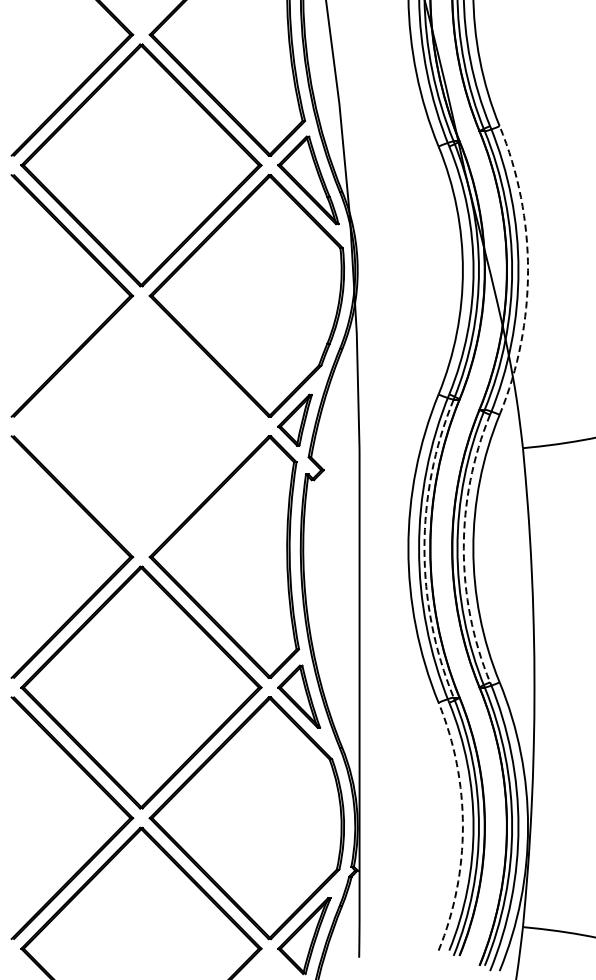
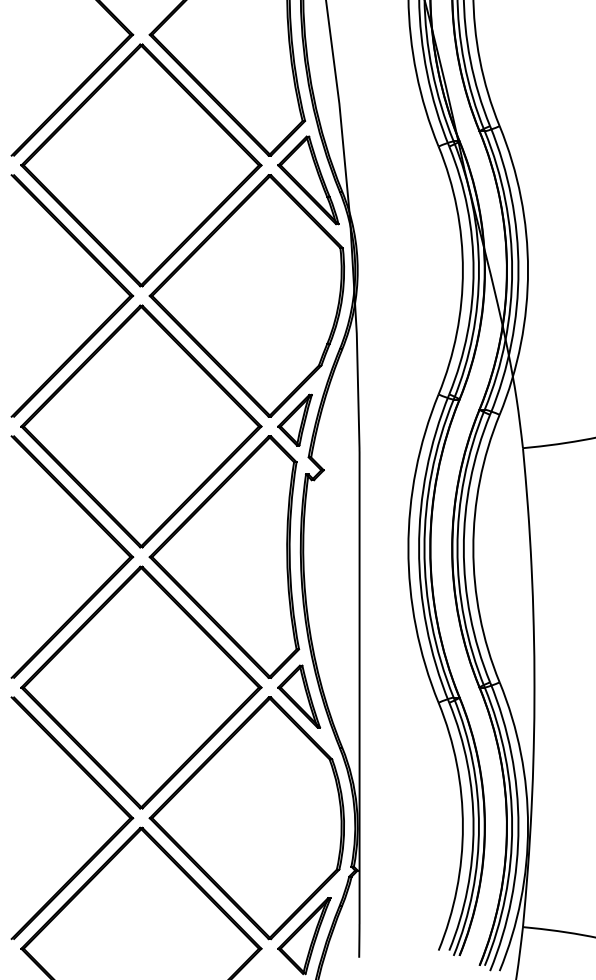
arc at (528, 270): dashed -> solid
part at (141, 426): none -> present
arc at (424, 548): dashed -> solid
arc at (463, 548): dashed -> solid
arc at (462, 826): dashed -> solid
